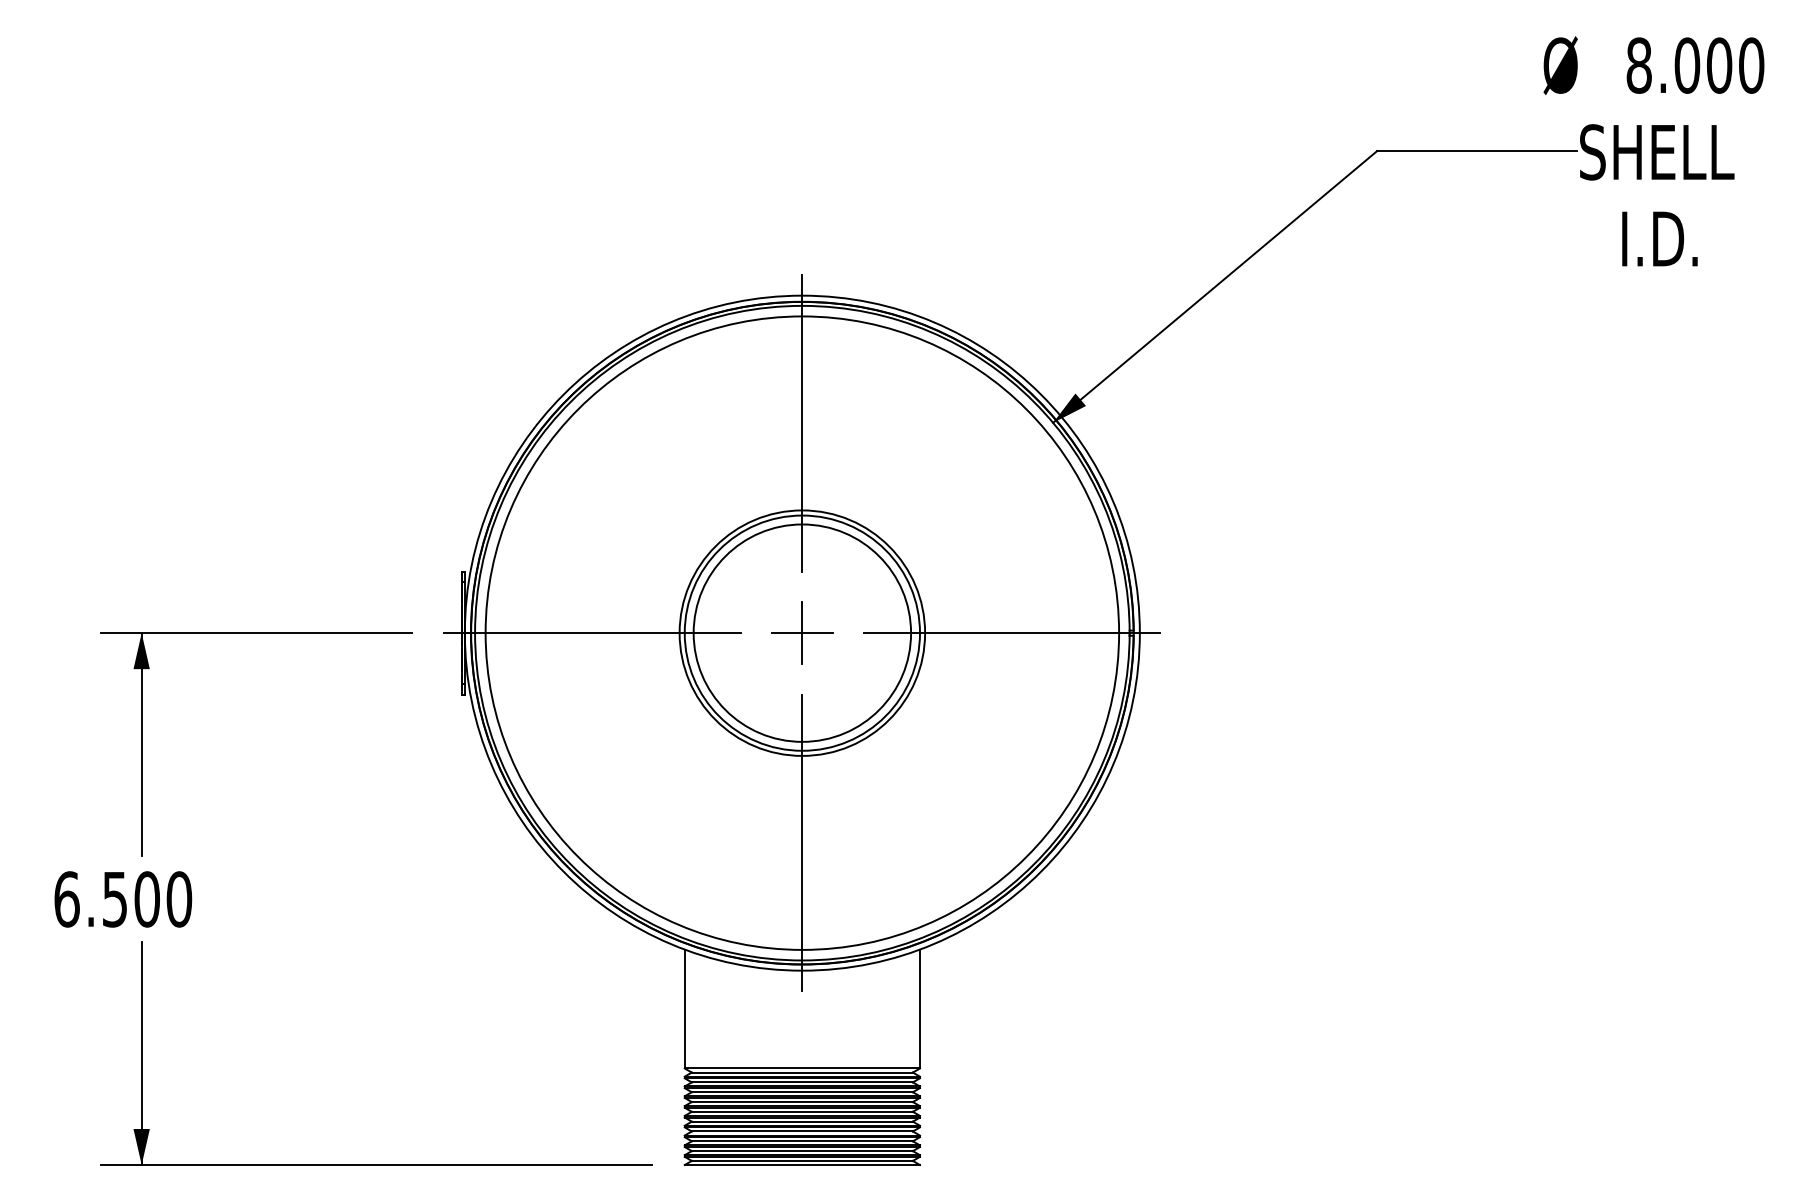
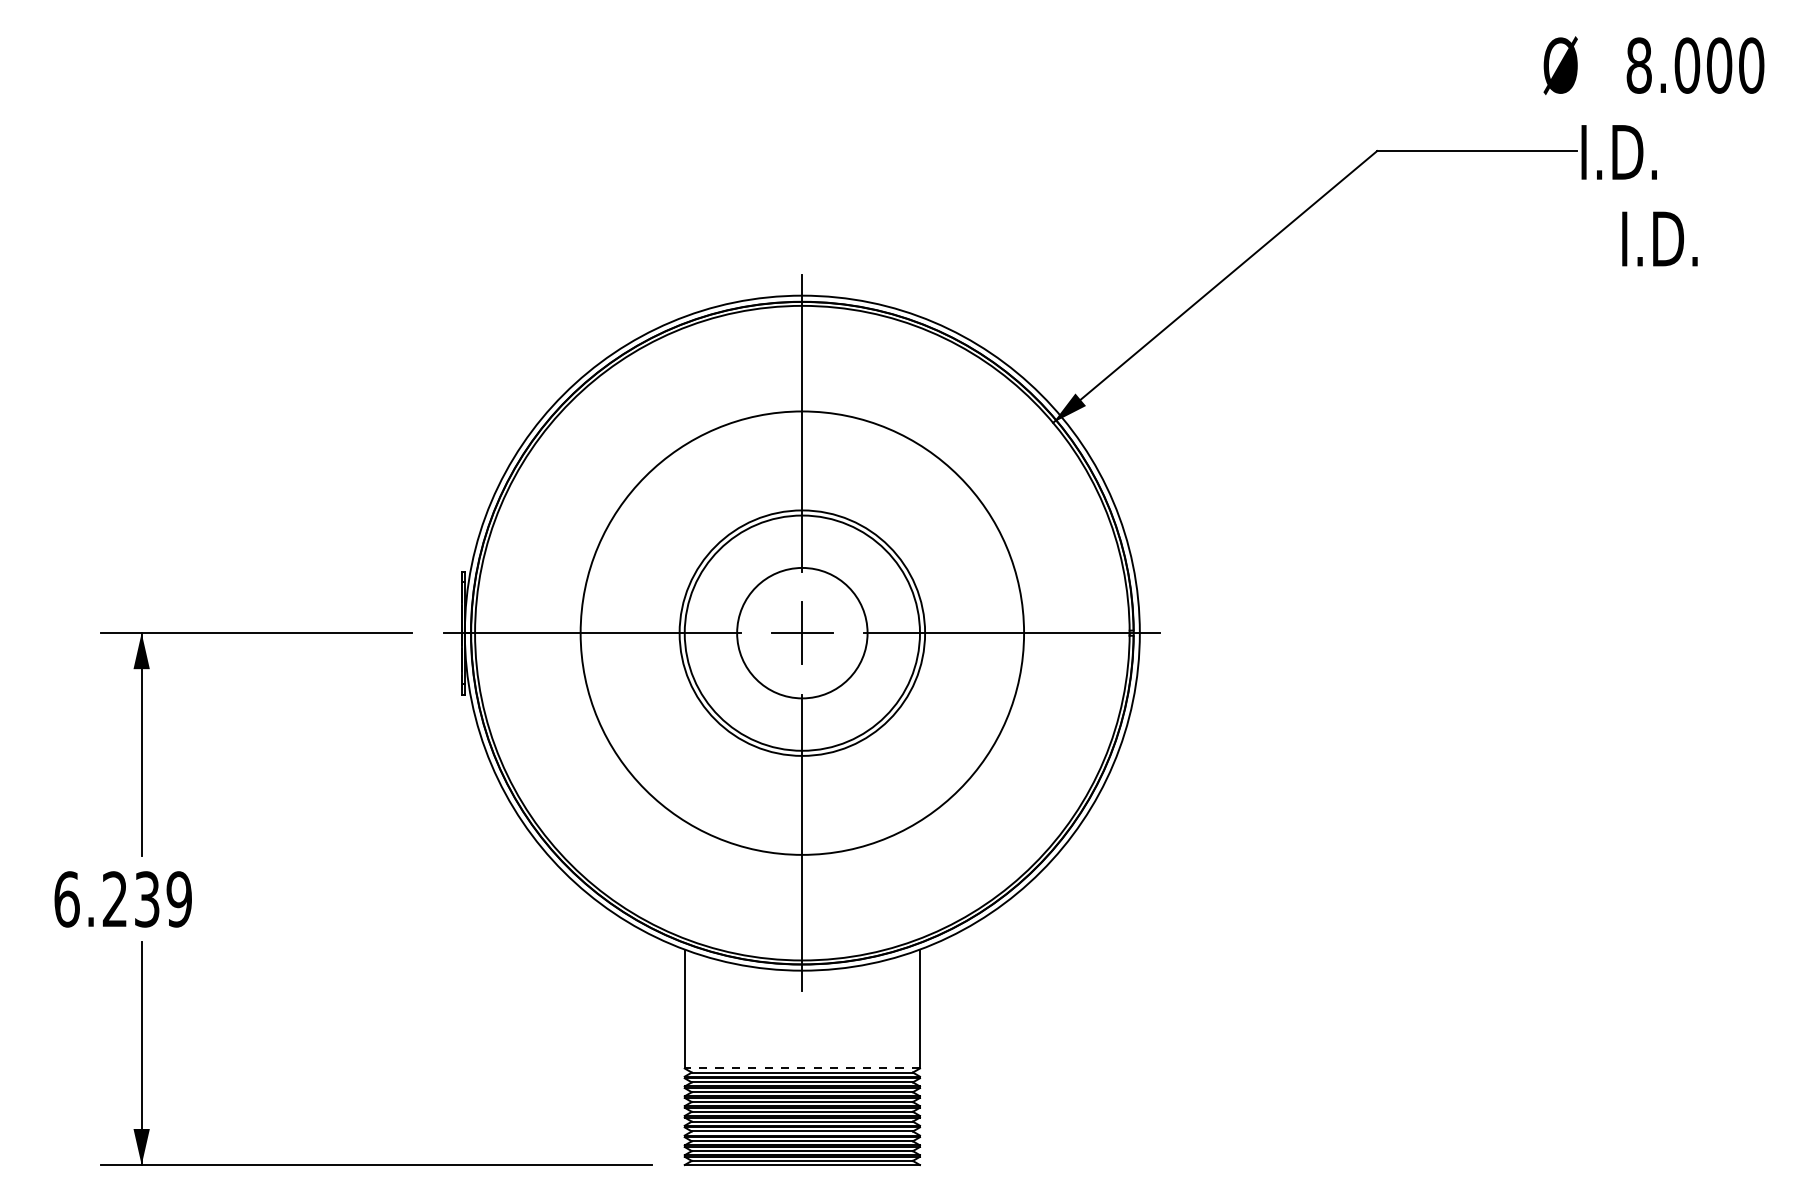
text at (1657, 152): SHELL -> I.D.
circle at (802, 632) diameter: 217 px -> 130 px
circle at (802, 632) diameter: 633 px -> 443 px
text at (147, 899): 6.500 -> 6.239
line at (802, 1068): solid -> dashed
